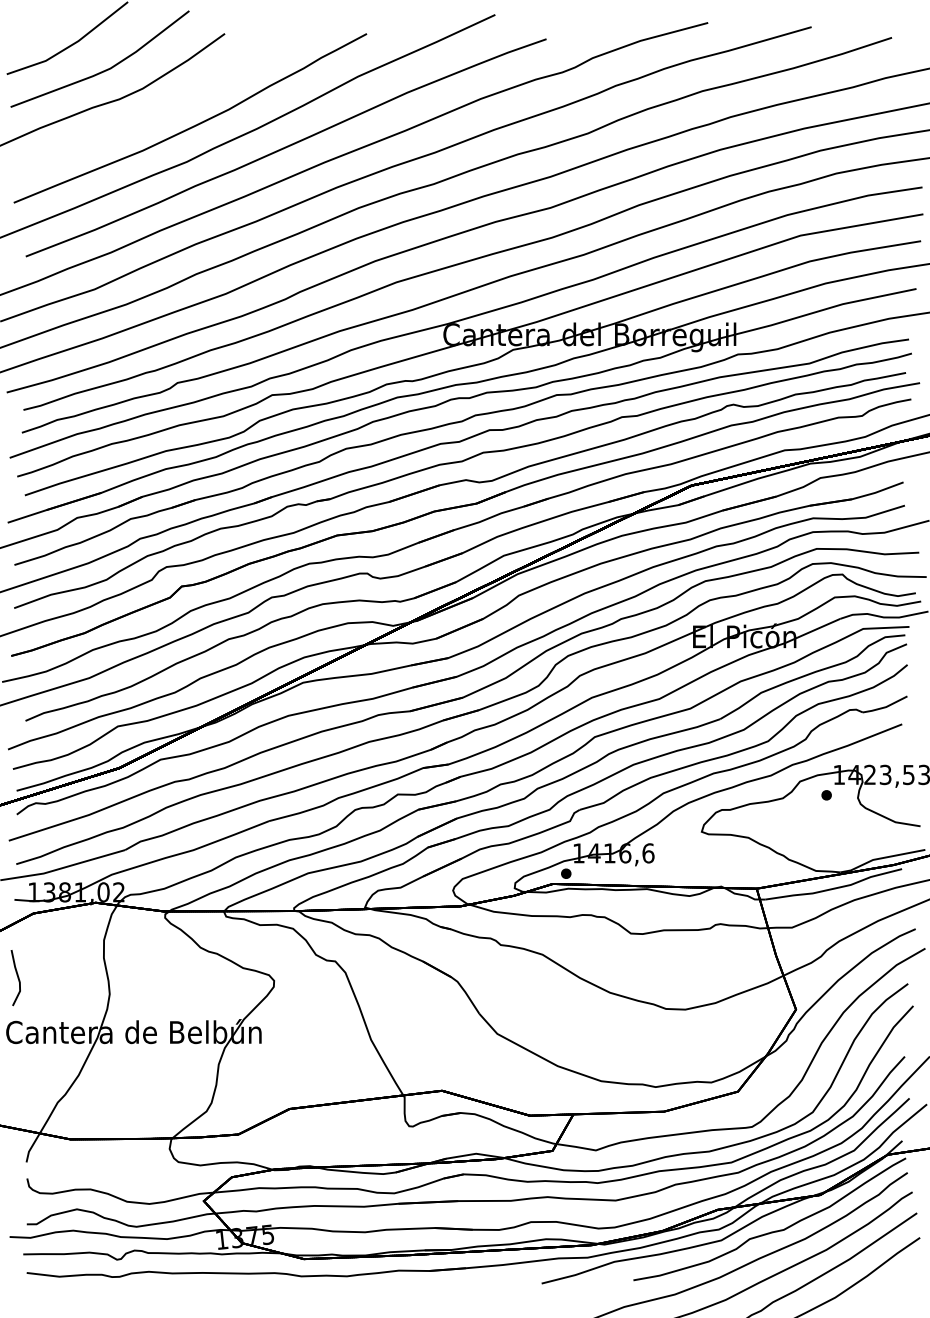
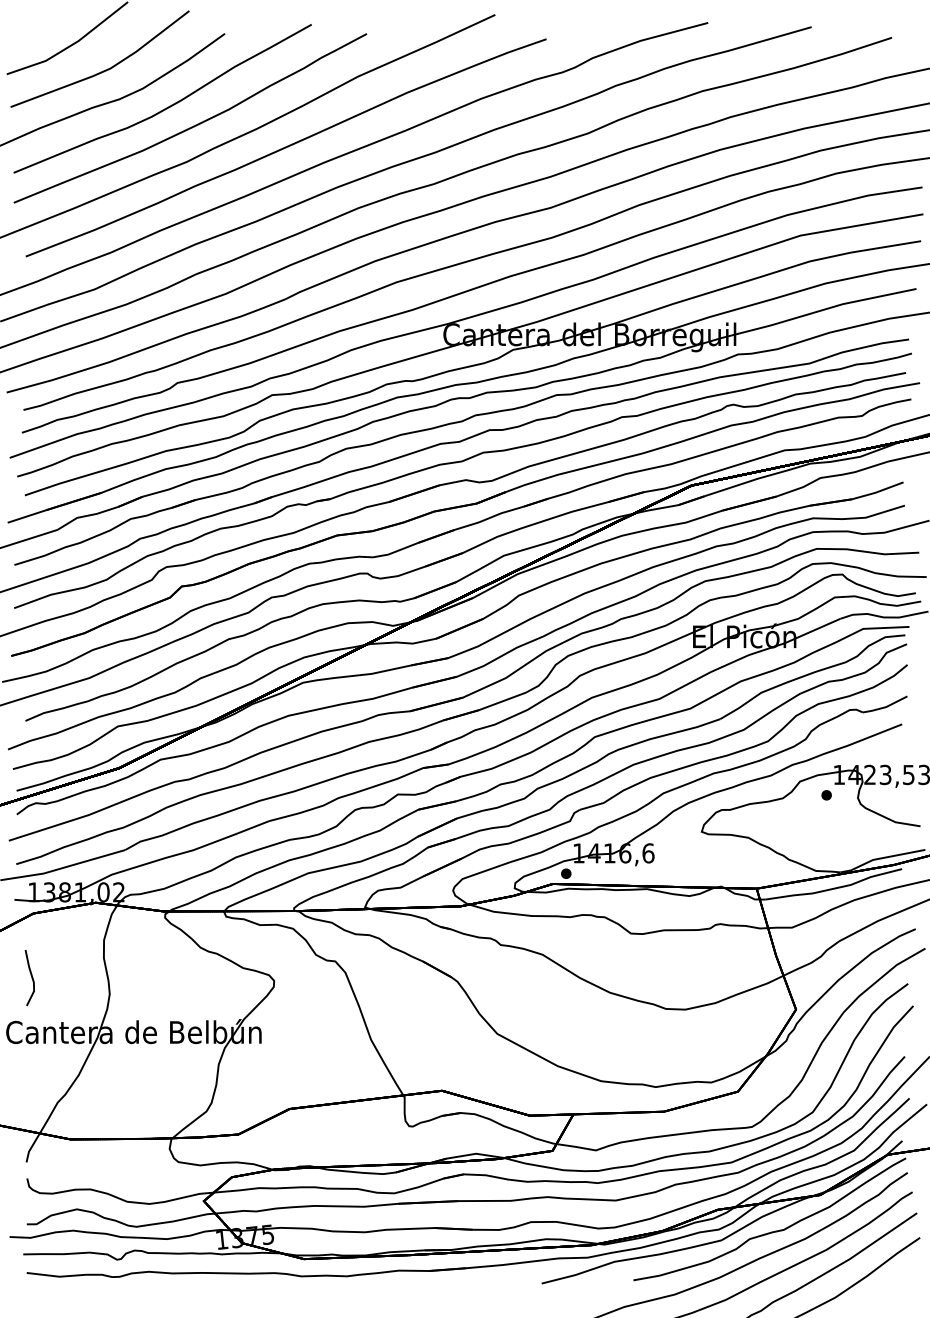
part at (166, 107): none -> present
line at (17, 978) position: (17, 978) -> (31, 978)
